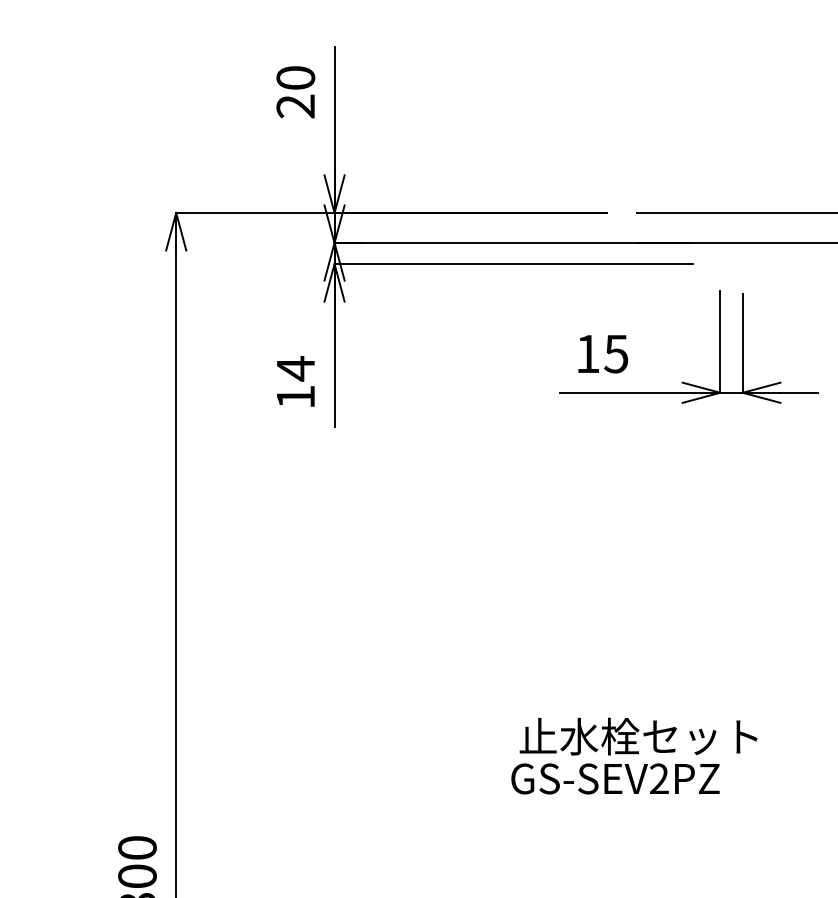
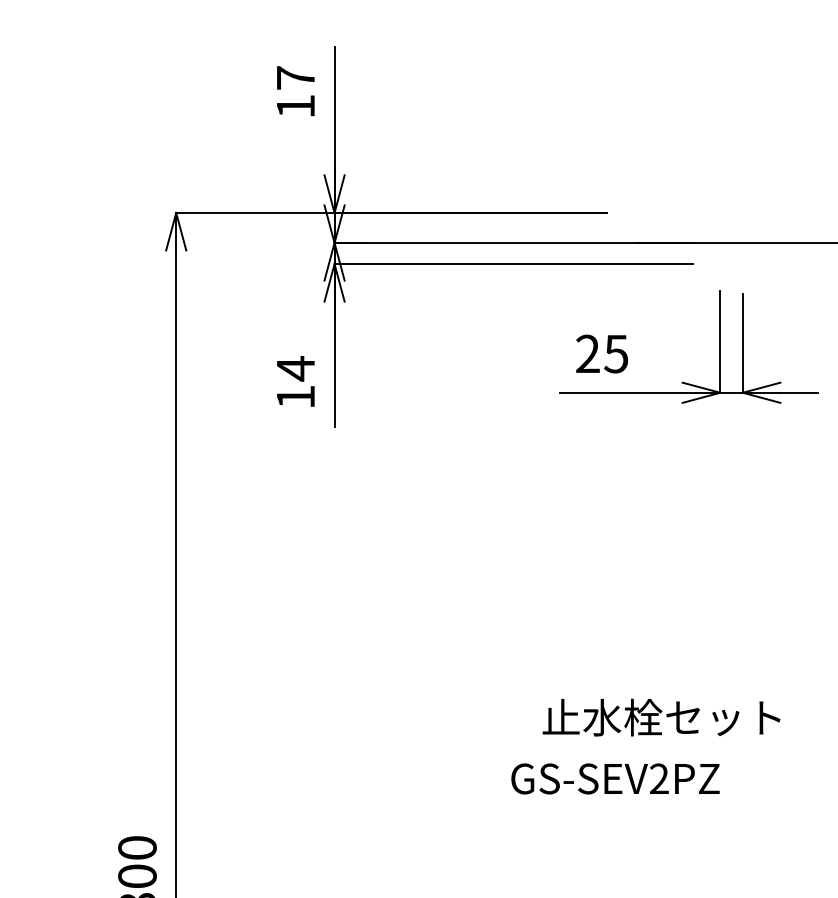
text at (295, 92): 20 -> 17
line at (735, 212): present -> none
text at (587, 353): 15 -> 25
text at (638, 736) position: (638, 736) -> (661, 717)
